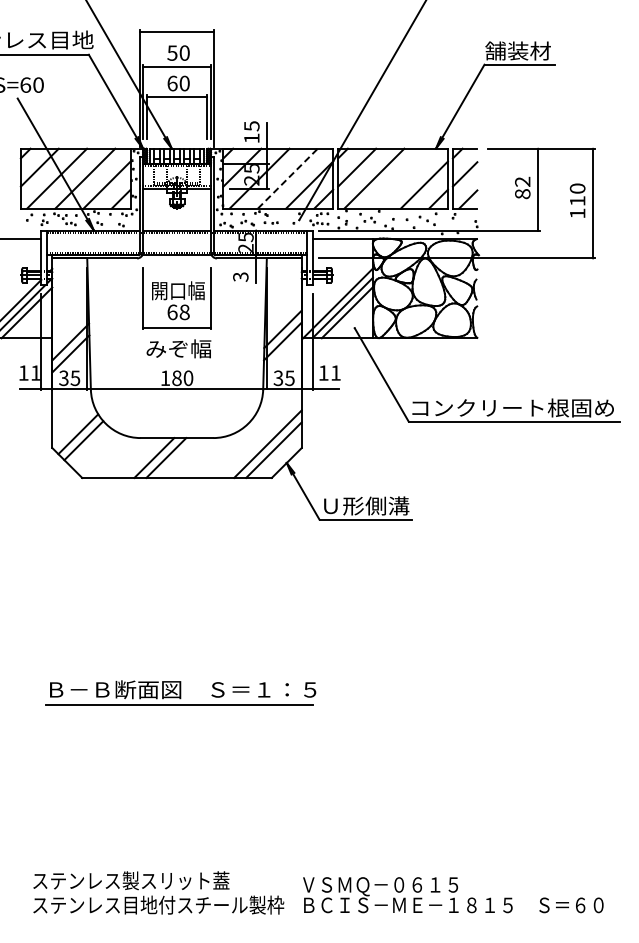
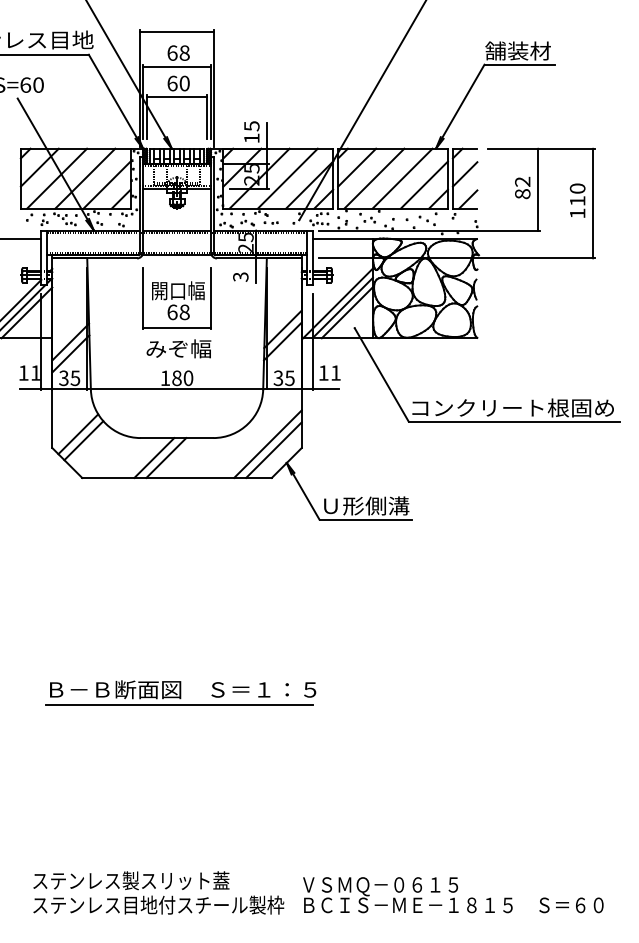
text at (178, 52): 50 -> 68
line at (288, 178): dashed -> solid
line at (402, 178): none -> present
